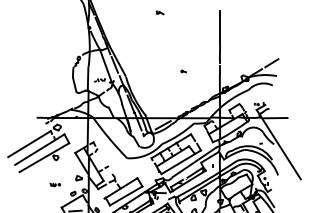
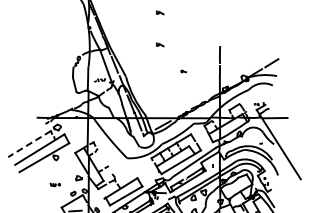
line at (220, 27): present -> none
part at (159, 44): none -> present
line at (29, 144): solid -> dashed
